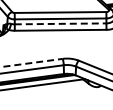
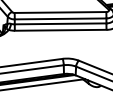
line at (60, 23): dashed -> solid
line at (32, 62): dashed -> solid
